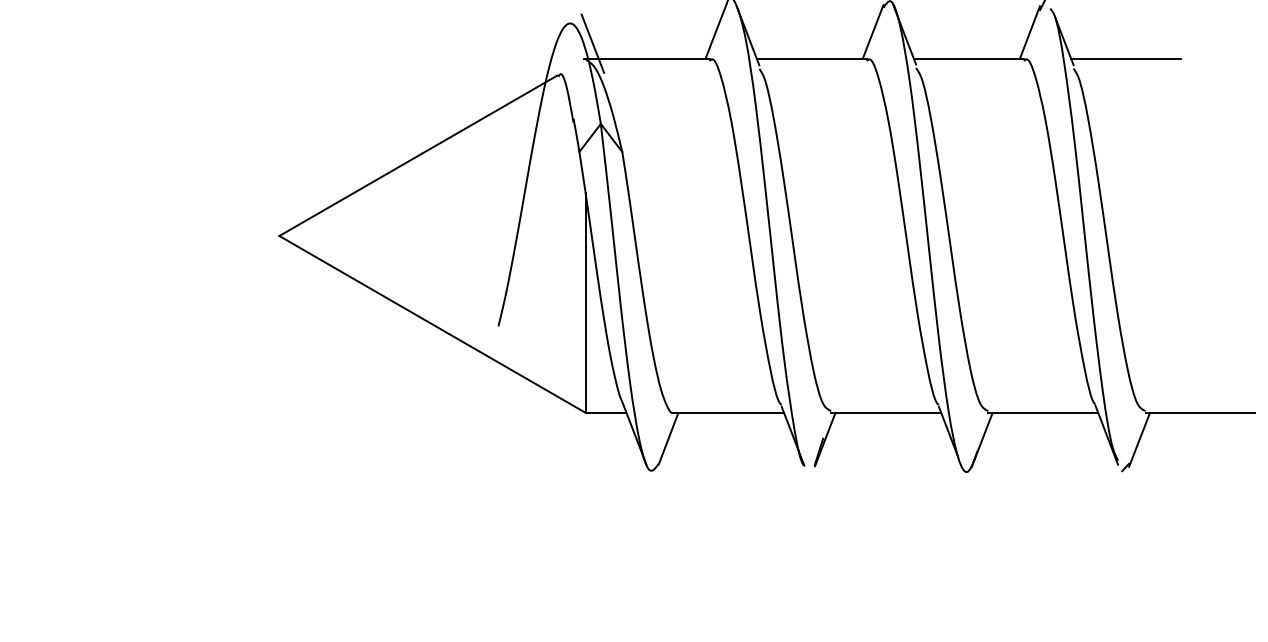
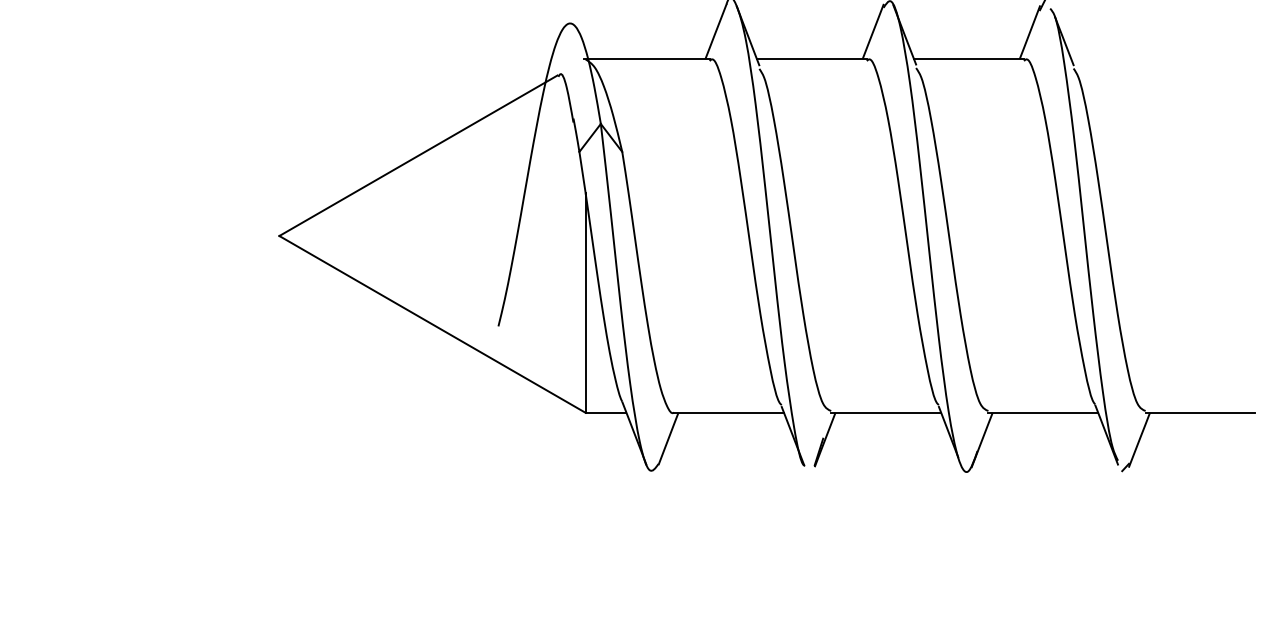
line at (592, 43): present -> none
line at (1126, 59): present -> none
